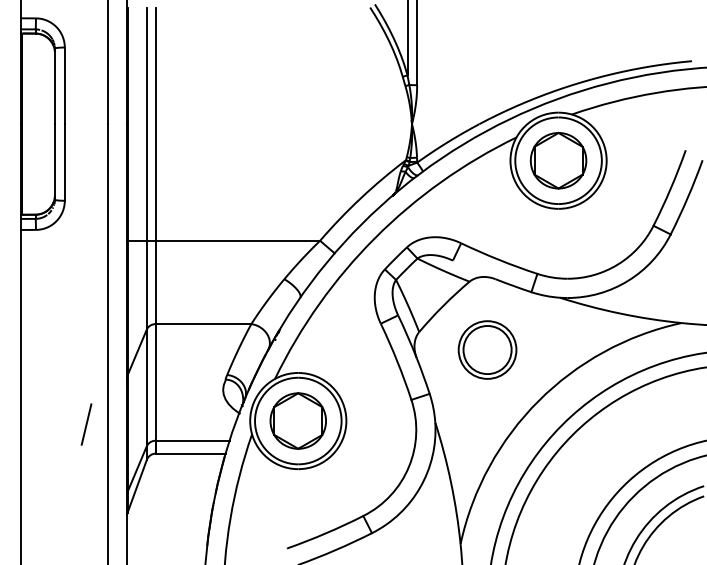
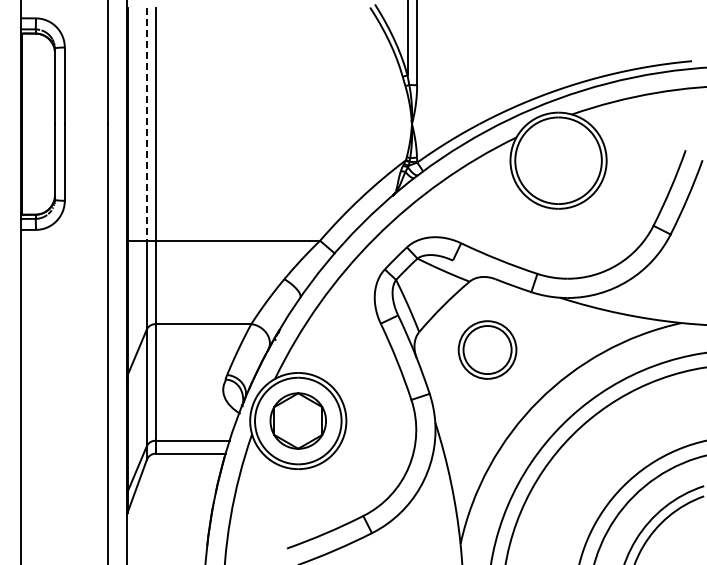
line at (146, 124): solid -> dashed
part at (558, 160): present -> none
line at (86, 424): present -> none
